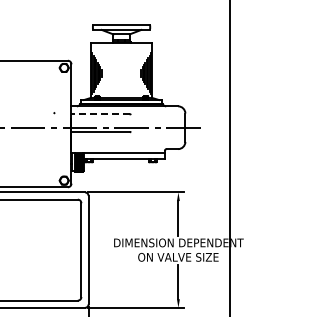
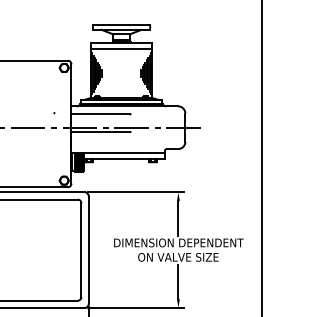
line at (121, 48): none -> present
line at (100, 114): dashed -> solid
line at (229, 157) position: (229, 157) -> (261, 157)
